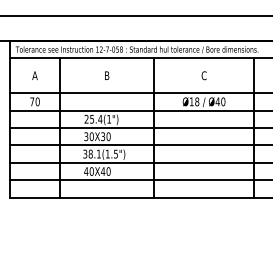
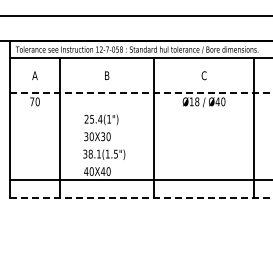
line at (141, 93): solid -> dashed
line at (139, 110): present -> none
line at (139, 128): present -> none
line at (139, 145): present -> none
line at (139, 162): present -> none
line at (141, 197): solid -> dashed
